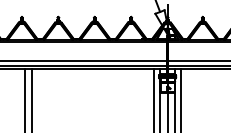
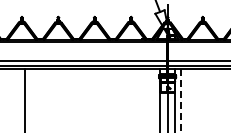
line at (31, 98): present -> none
line at (154, 98): present -> none
line at (181, 100): solid -> dashed
